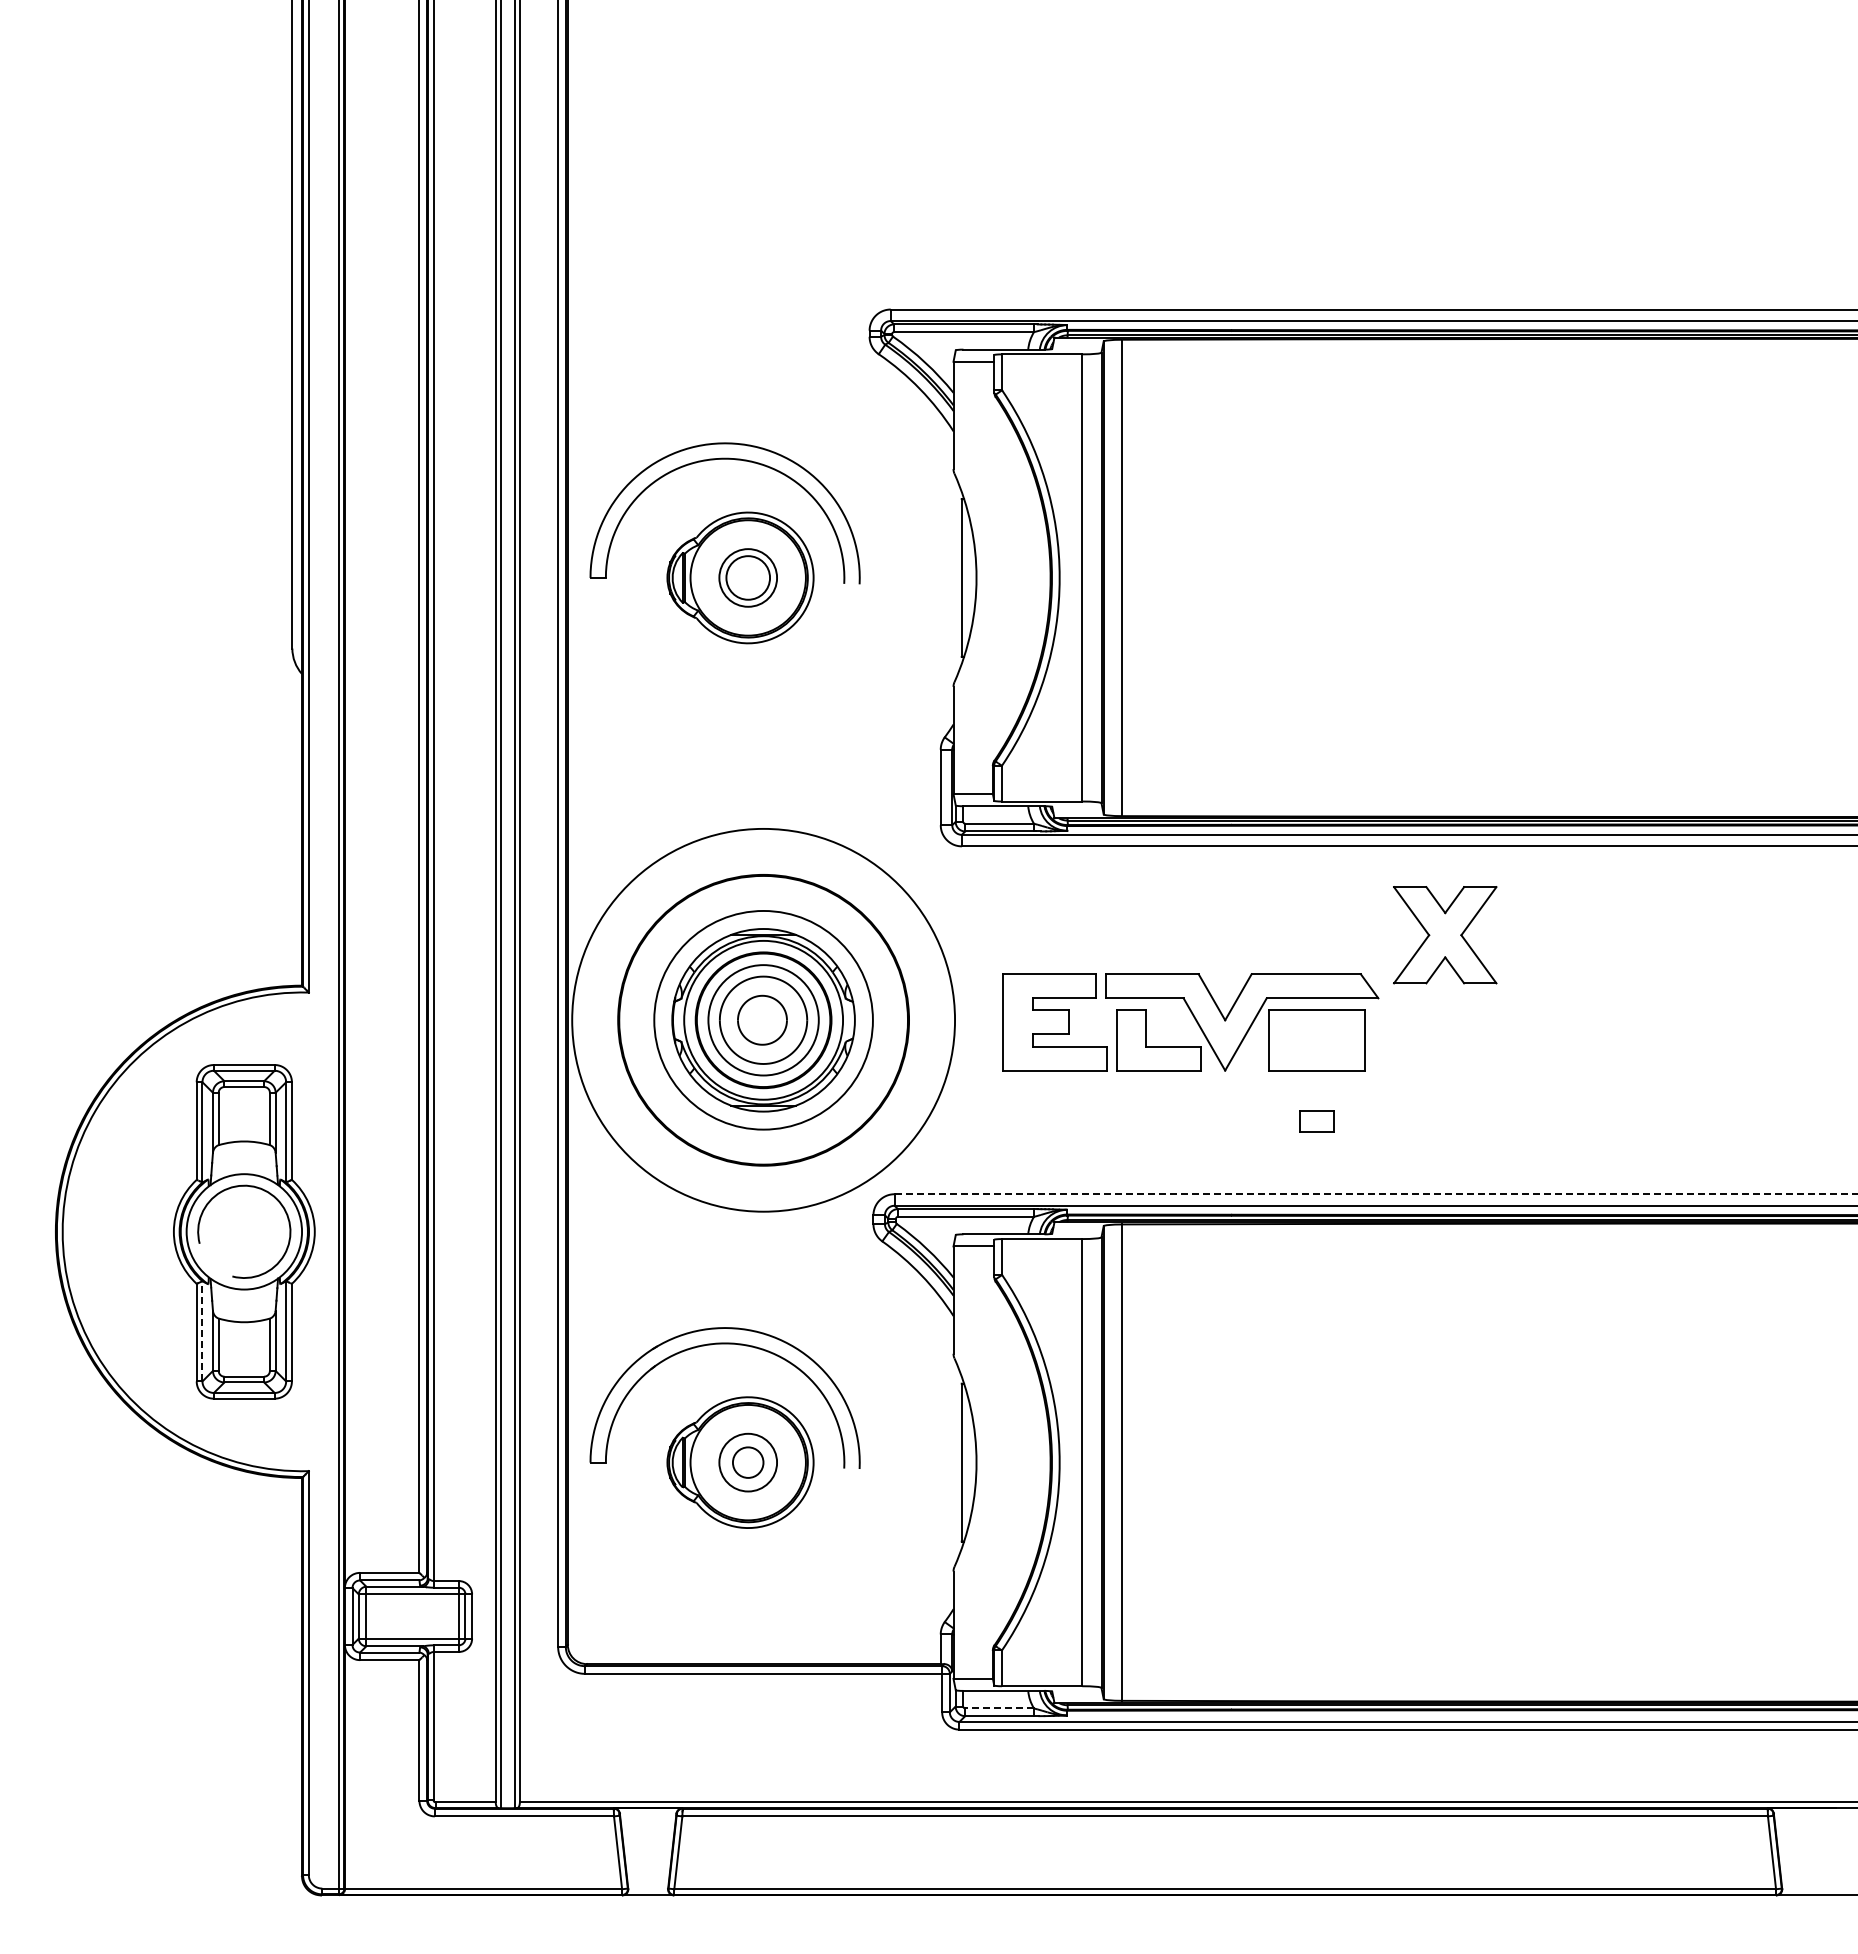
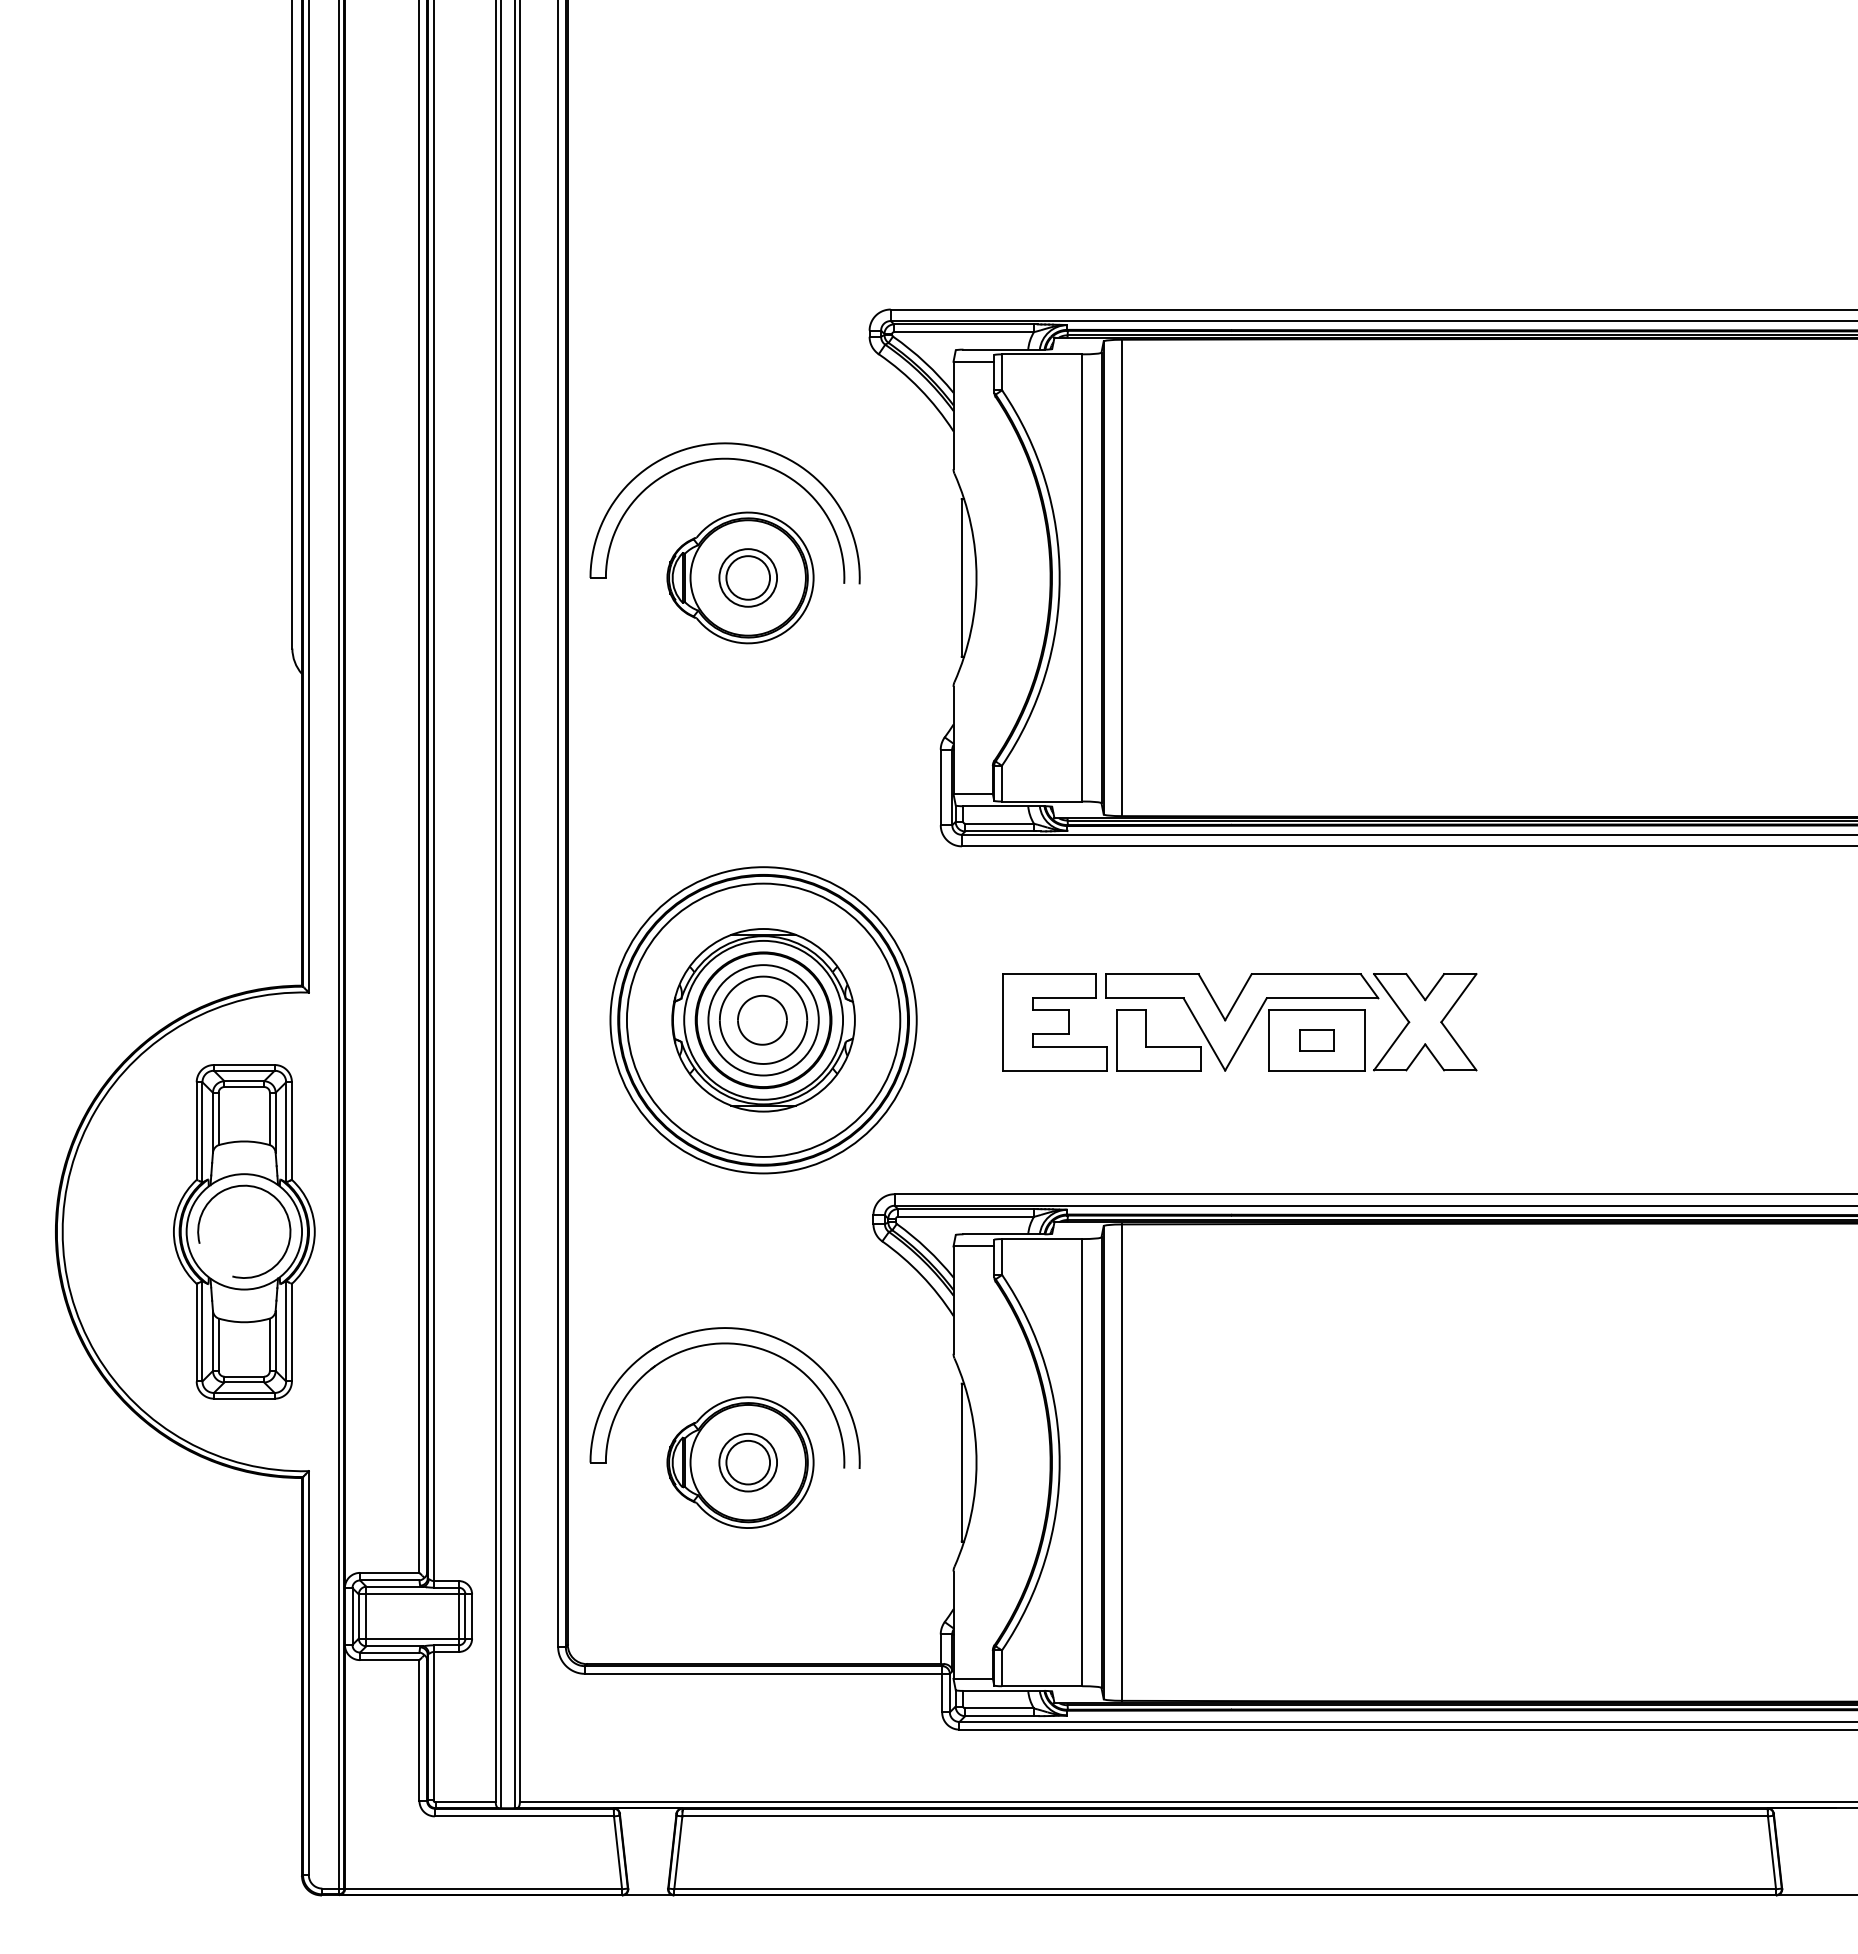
part at (1445, 935) position: (1445, 935) -> (1425, 1022)
circle at (763, 1019) diameter: 219 px -> 273 px
circle at (763, 1019) diameter: 383 px -> 306 px
part at (1316, 1121) position: (1316, 1121) -> (1316, 1040)
line at (1376, 1194): dashed -> solid
line at (202, 1330): dashed -> solid
circle at (747, 1462) diameter: 31 px -> 44 px
line at (999, 1708): dashed -> solid
